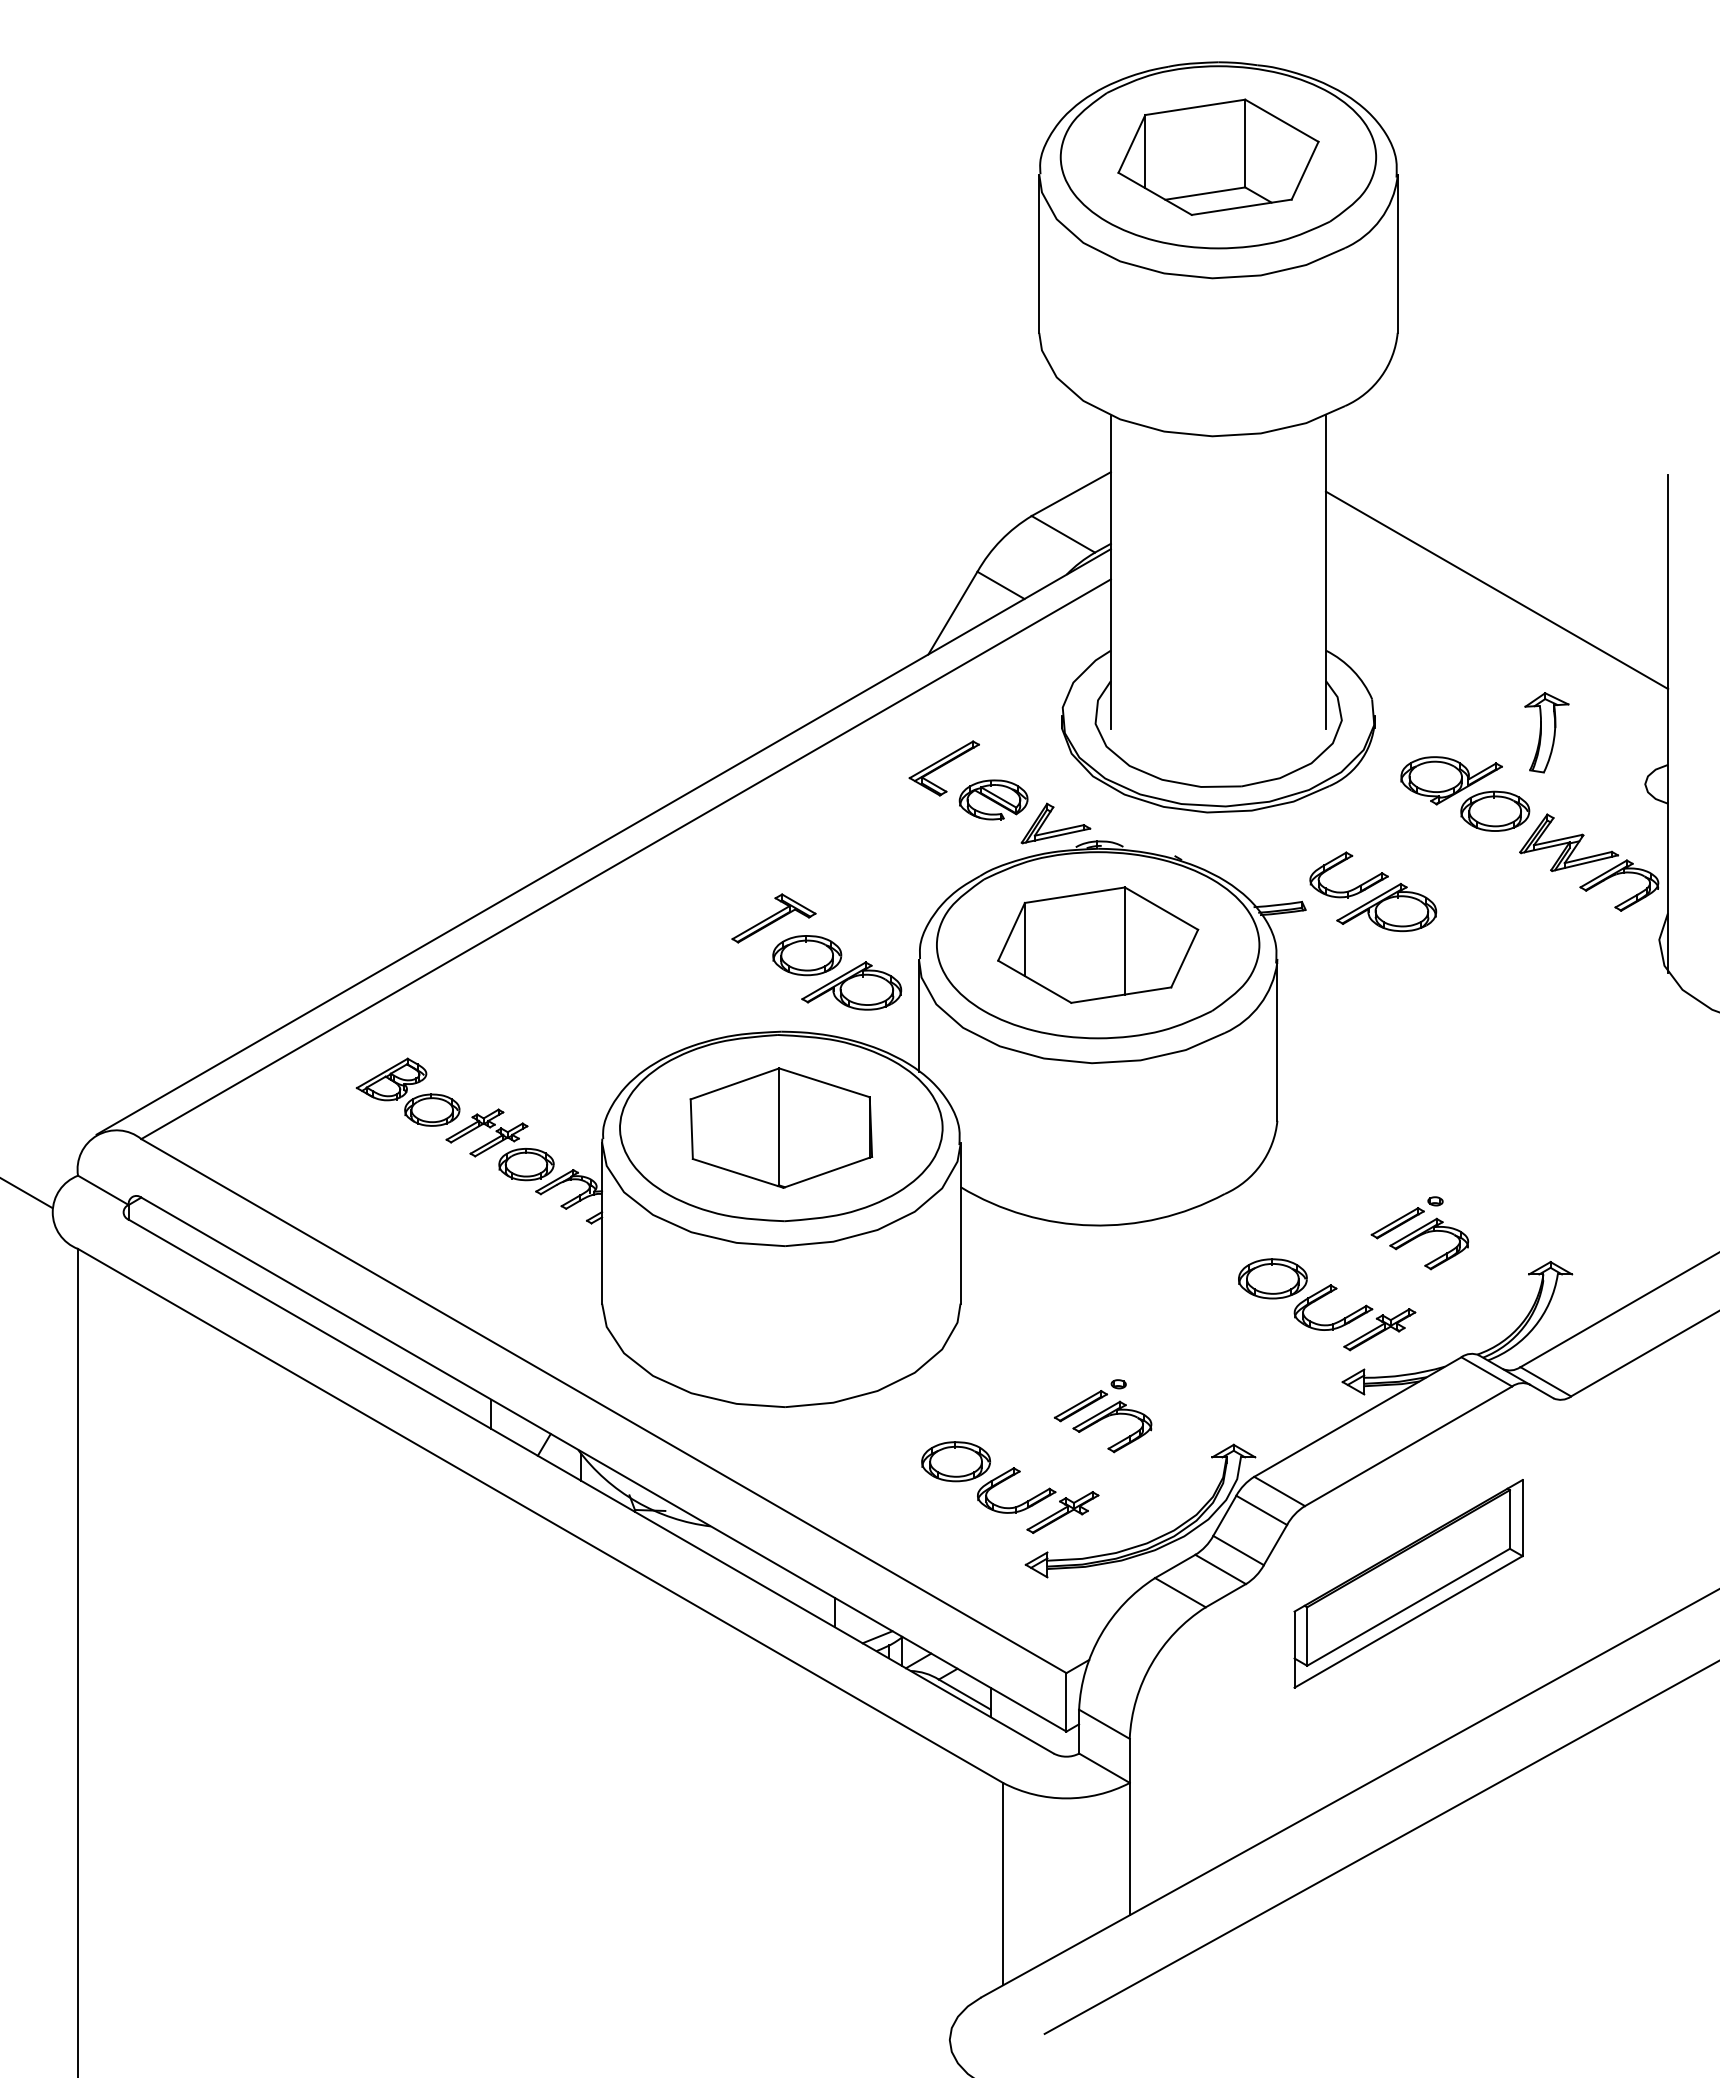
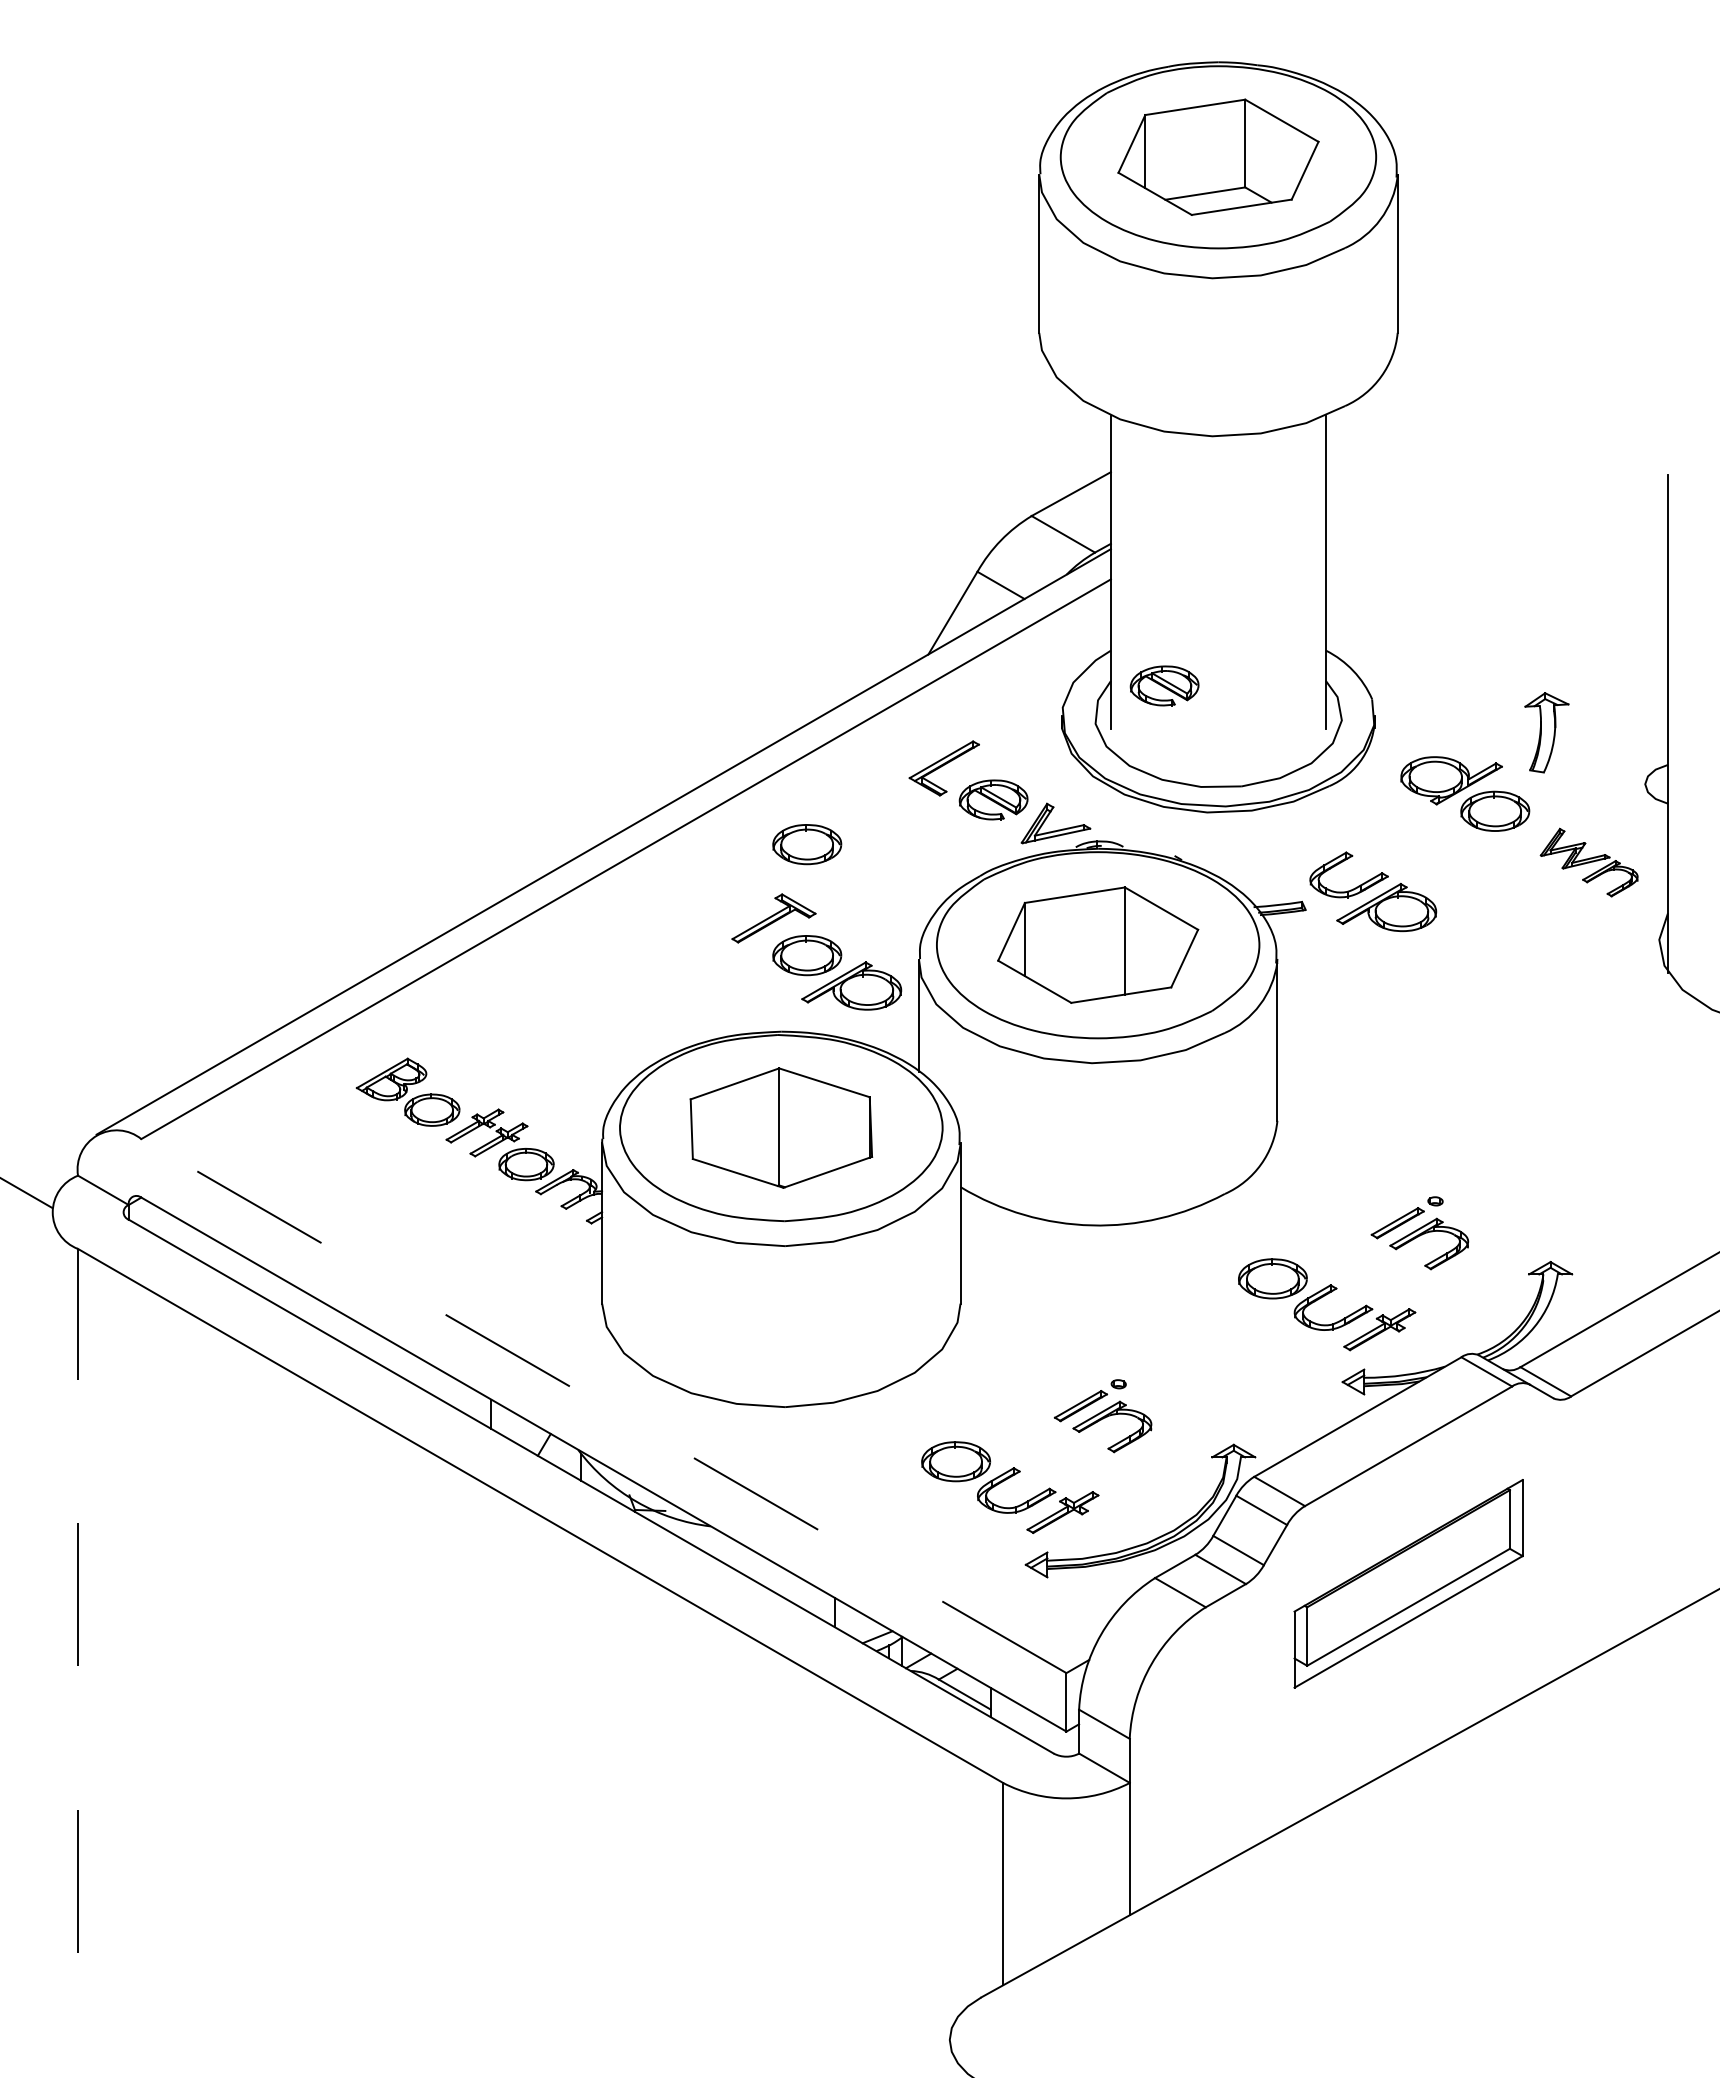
line at (1496, 590): present -> none
part at (1164, 685): none -> present
part at (807, 844): none -> present
part at (1589, 862) size: 141x99 px -> 100x71 px
line at (603, 1405): solid -> dashed
line at (77, 1662): solid -> dashed
line at (1380, 1847): present -> none
